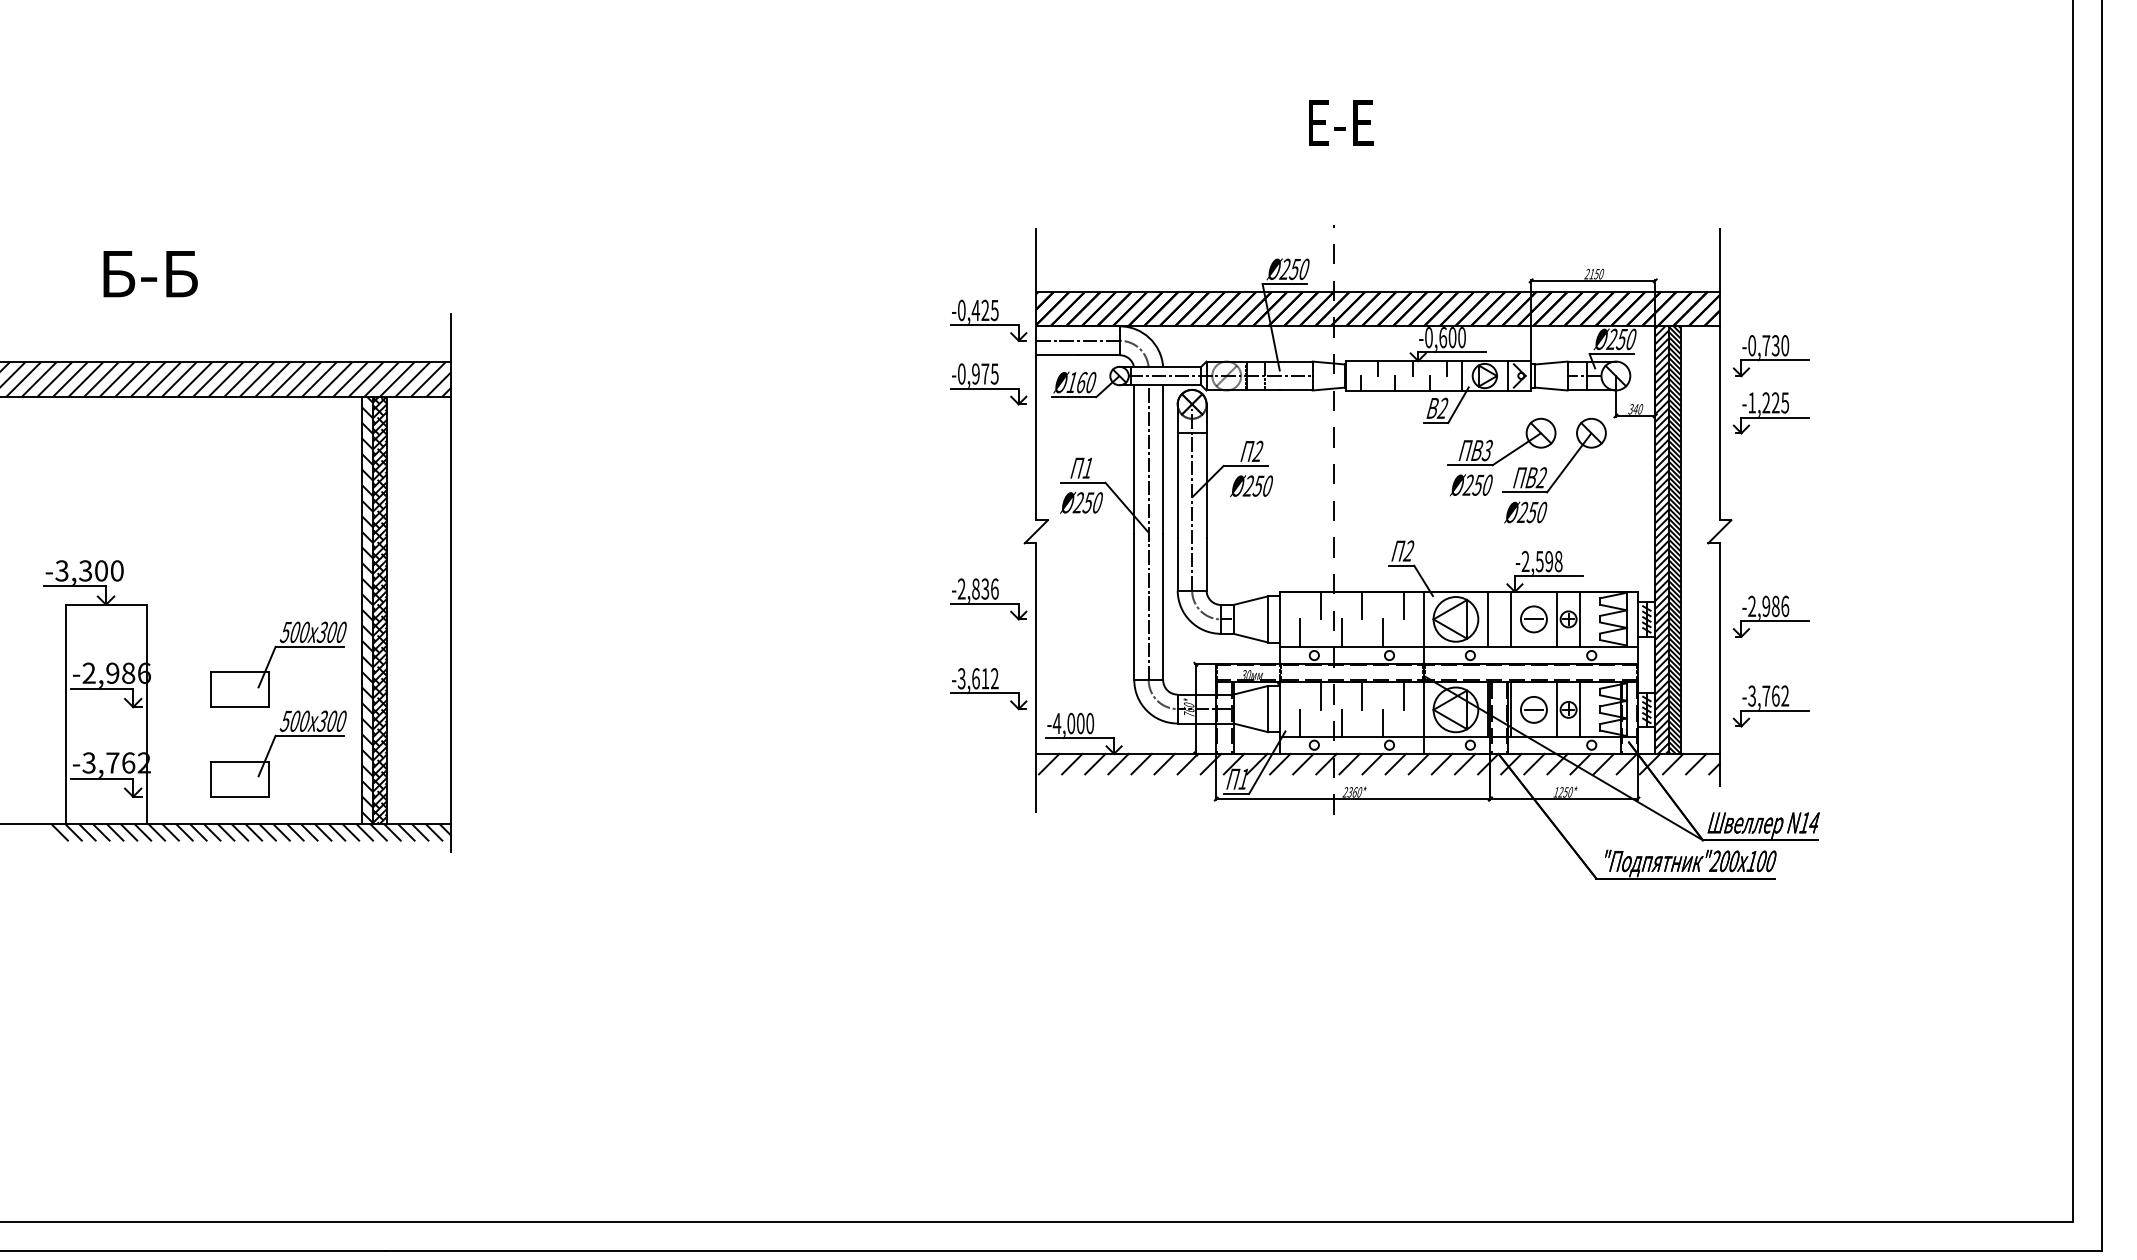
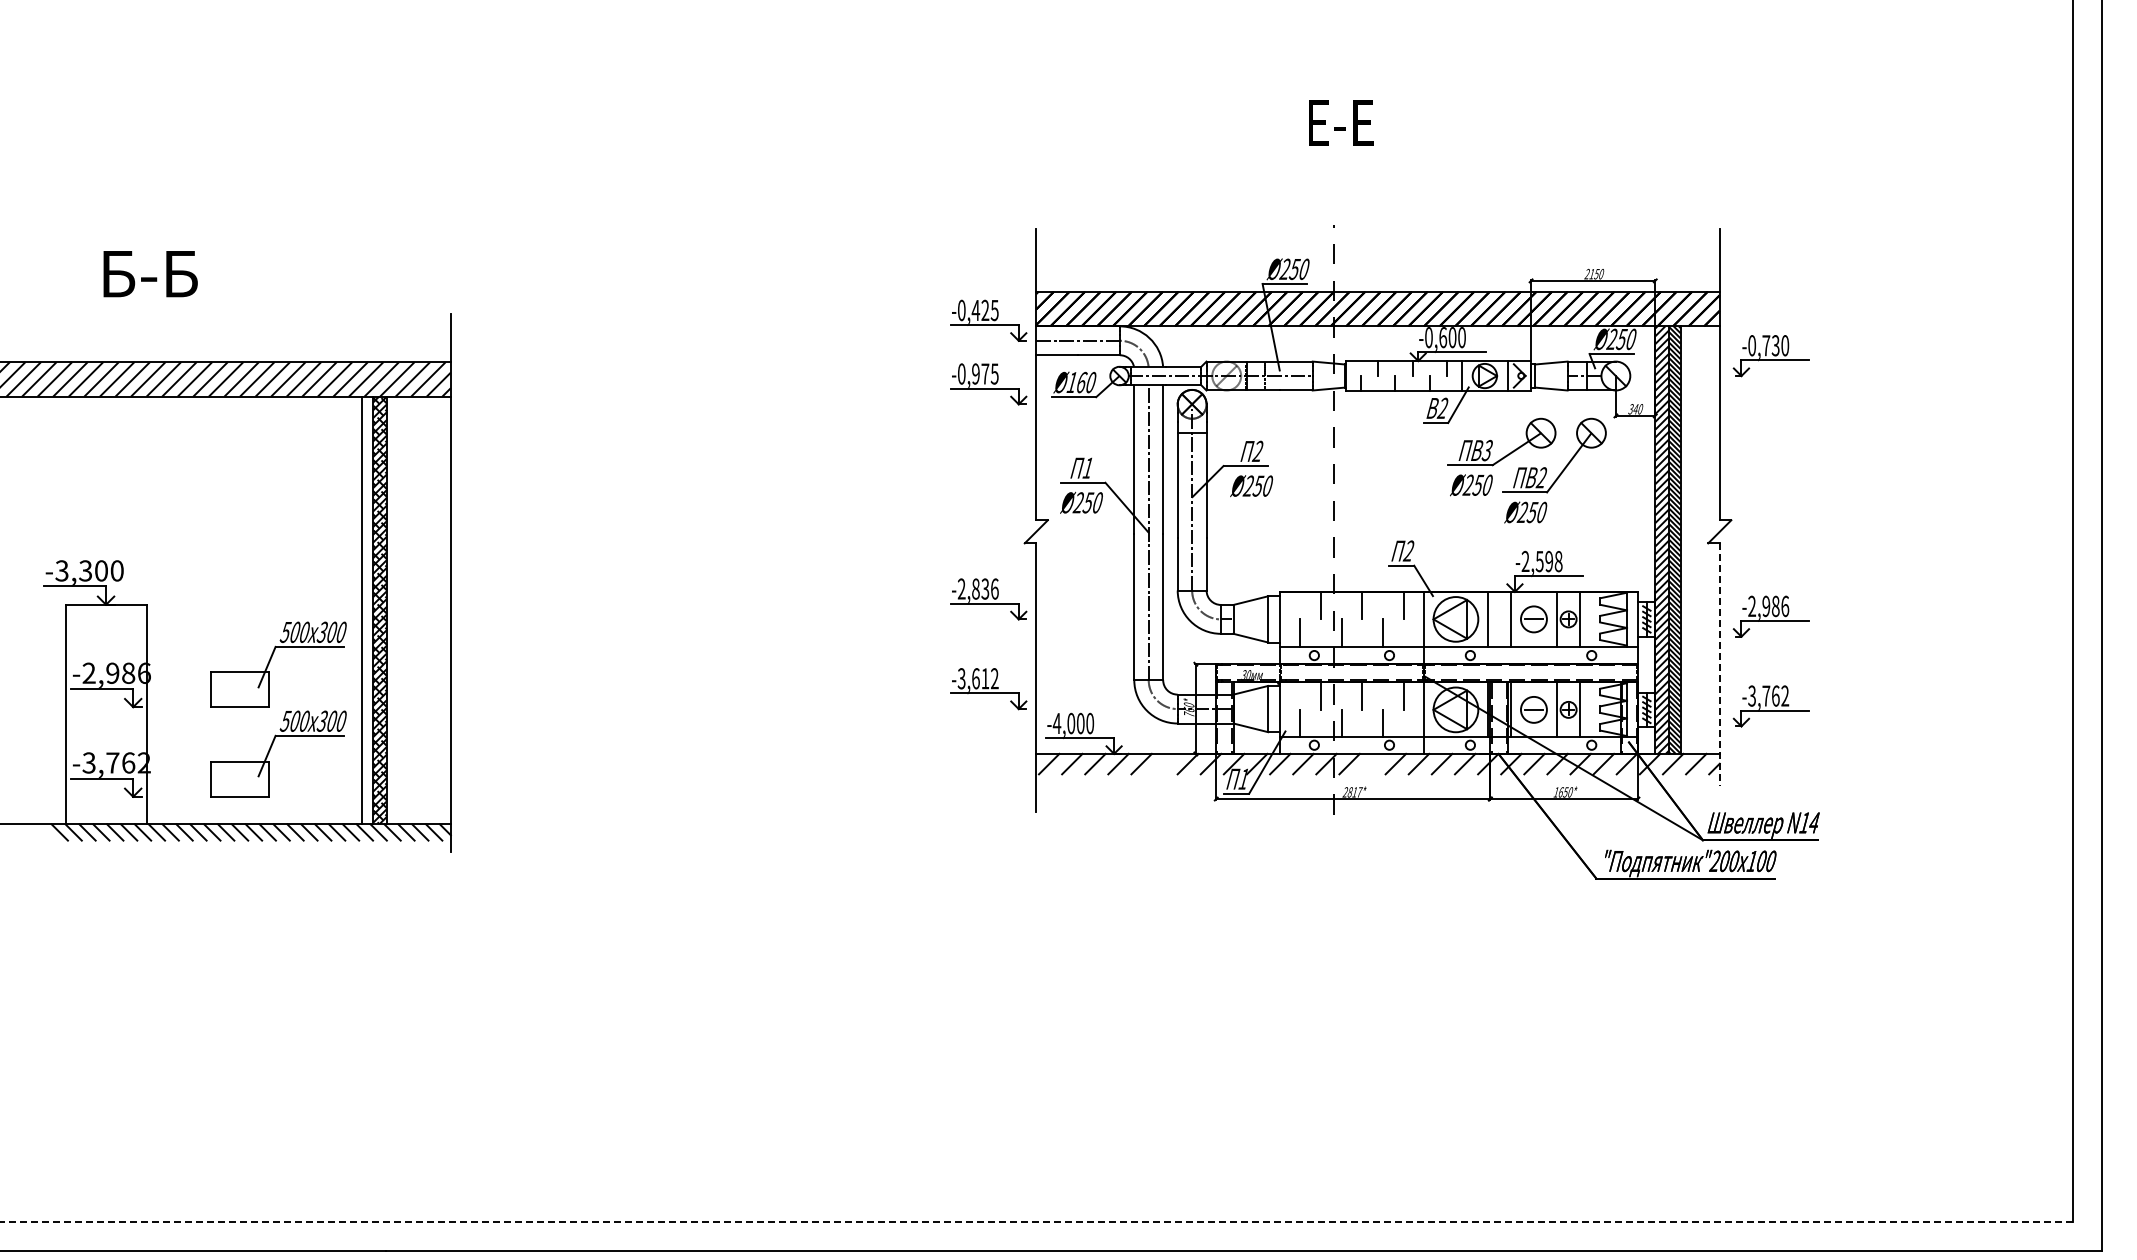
part at (1770, 413): present -> none
hatch at (367, 609): present -> none
line at (1719, 665): solid -> dashed
line at (1164, 763): present -> none
line at (1372, 763): present -> none
text at (1354, 792): 2360* -> 2817*
text at (1560, 792): 1250* -> 1650*
line at (1036, 1222): solid -> dashed
